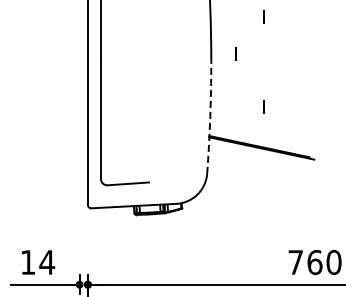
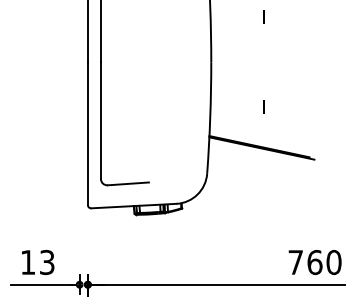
line at (235, 53): present -> none
arc at (210, 118): dashed -> solid
text at (47, 262): 14 -> 13
